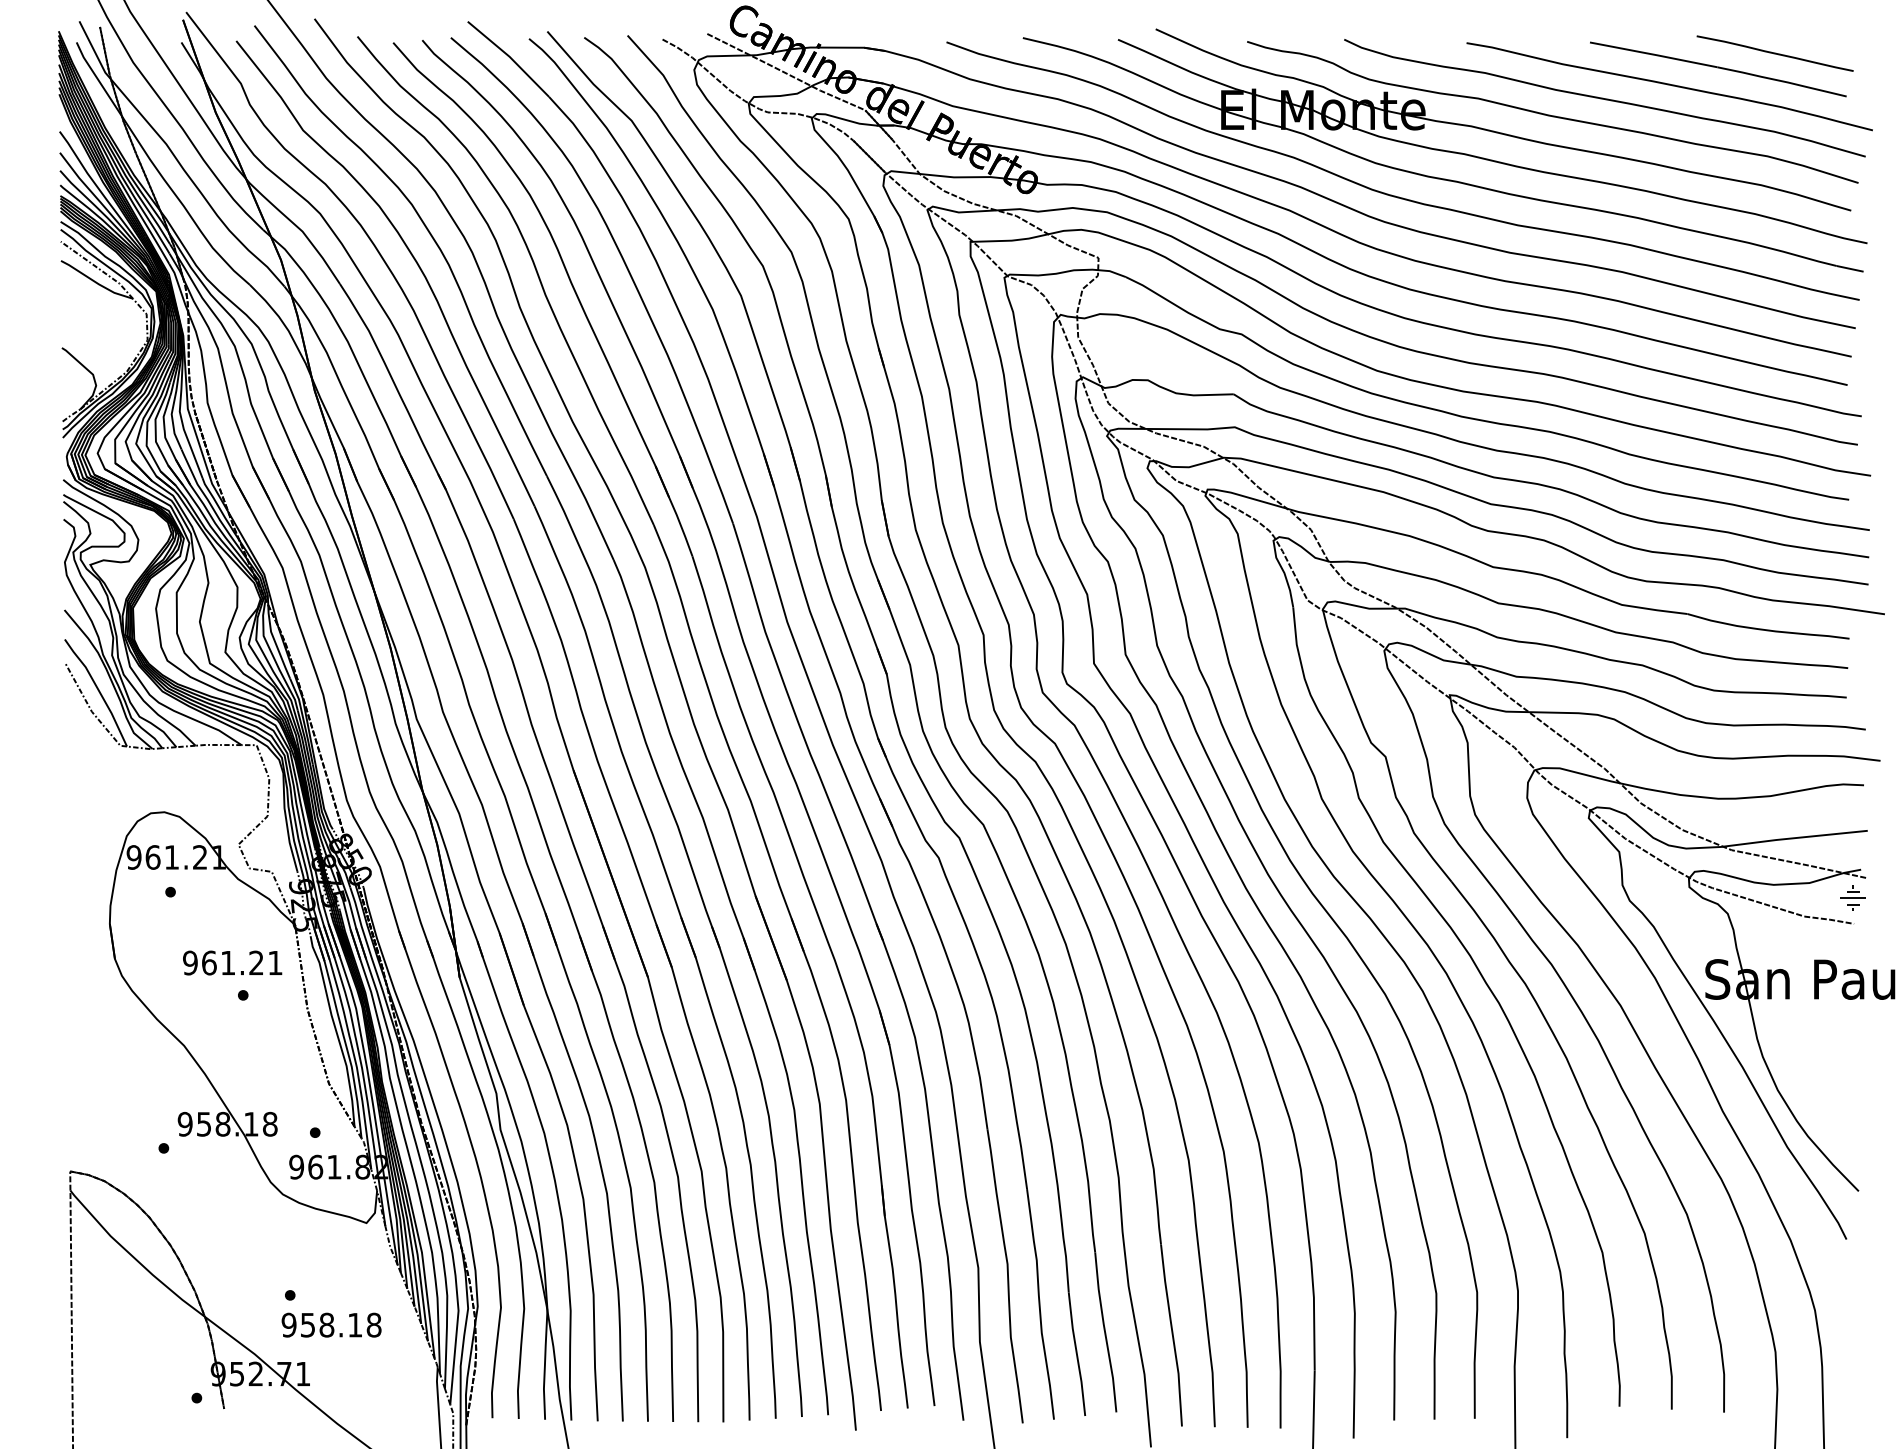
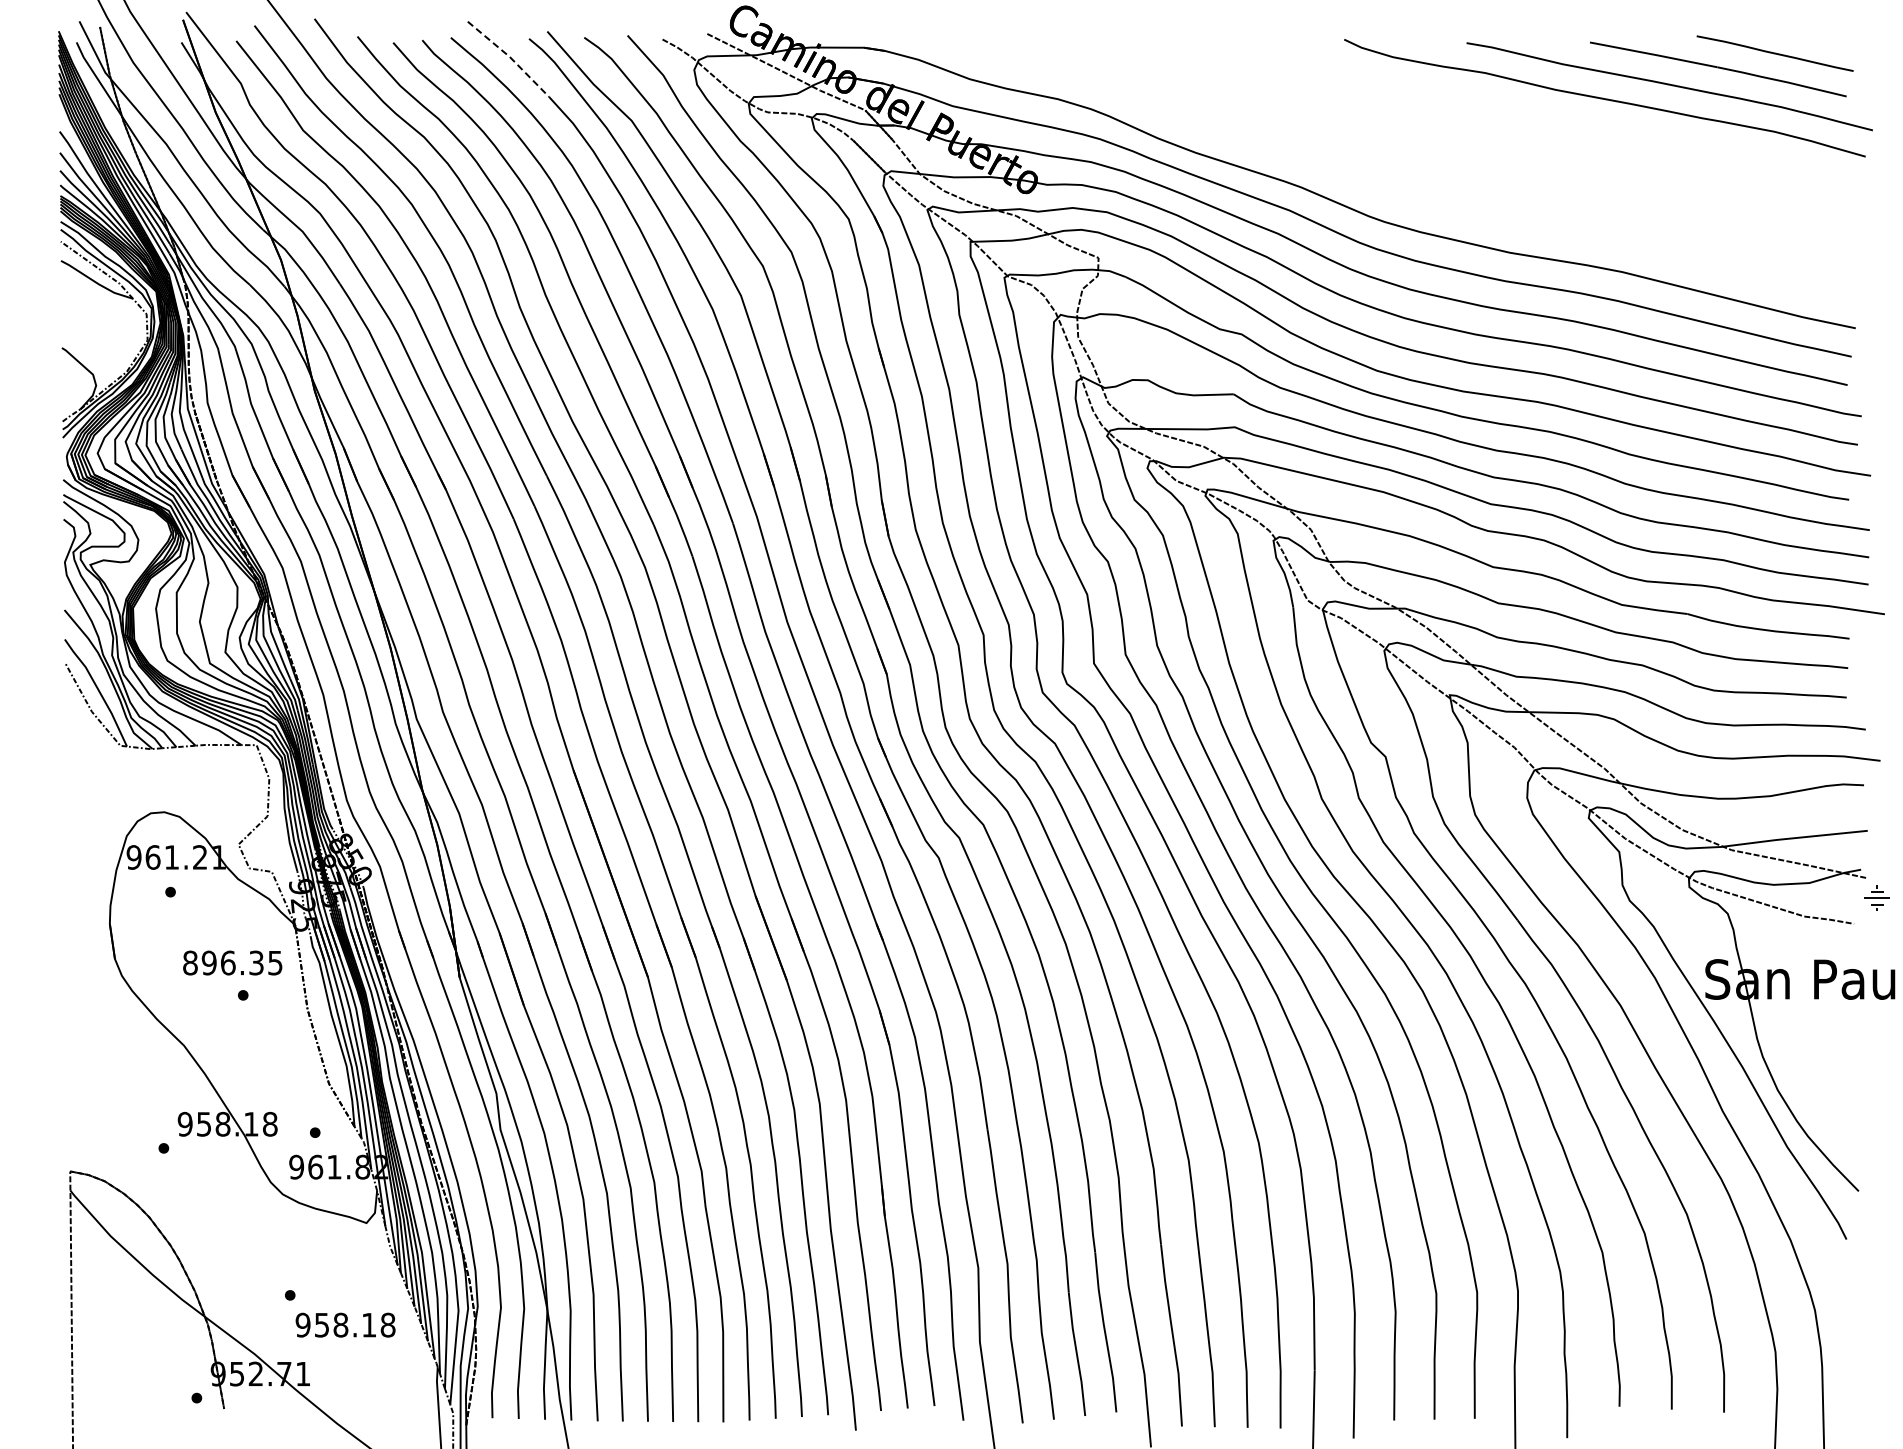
line at (510, 57): solid -> dashed
part at (1406, 164): present -> none
part at (1852, 897) position: (1852, 897) -> (1876, 897)
text at (232, 962): 961.21 -> 896.35
text at (331, 1324) position: (331, 1324) -> (345, 1324)
